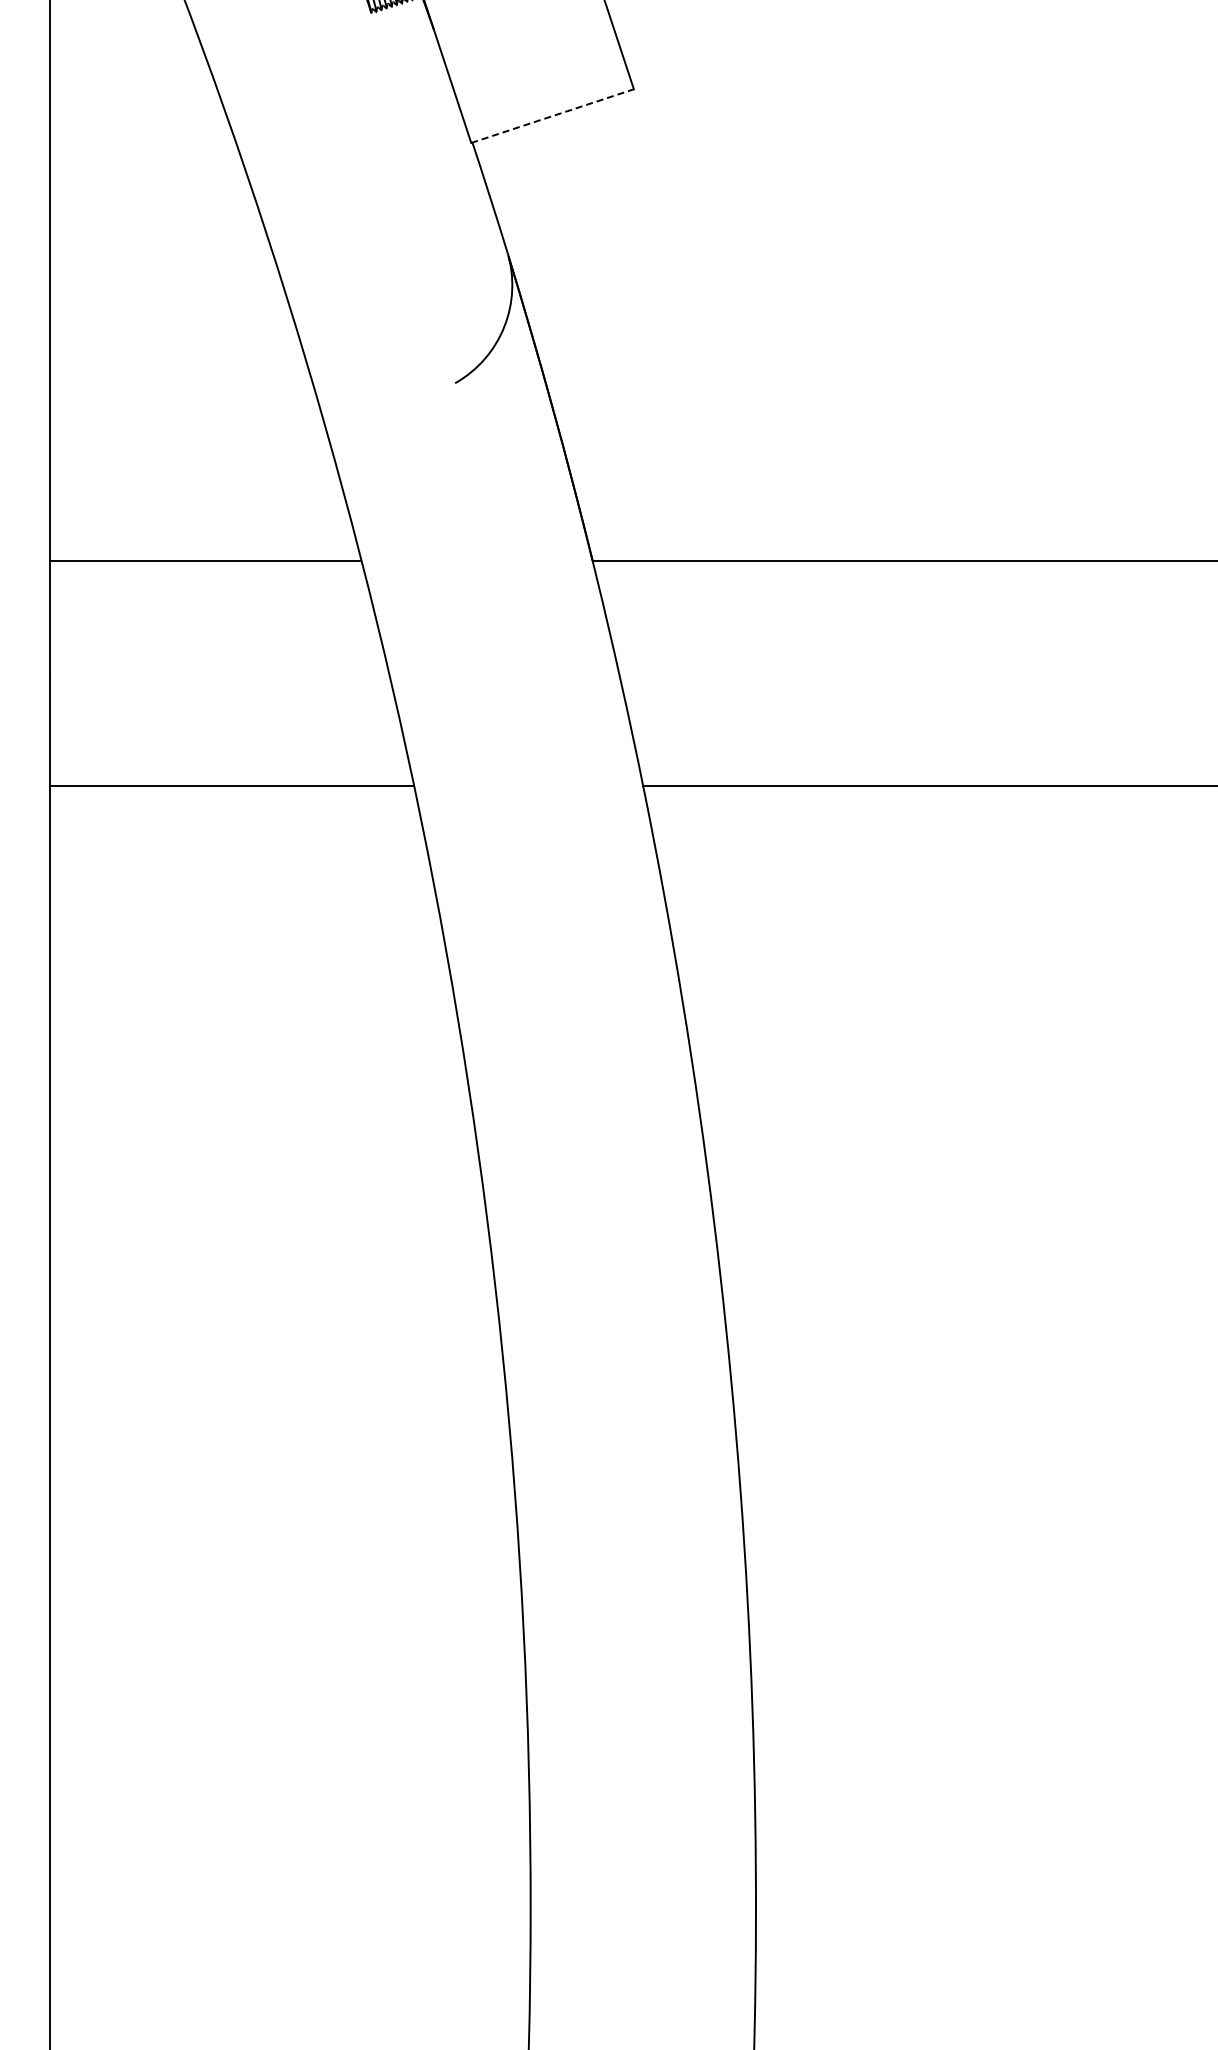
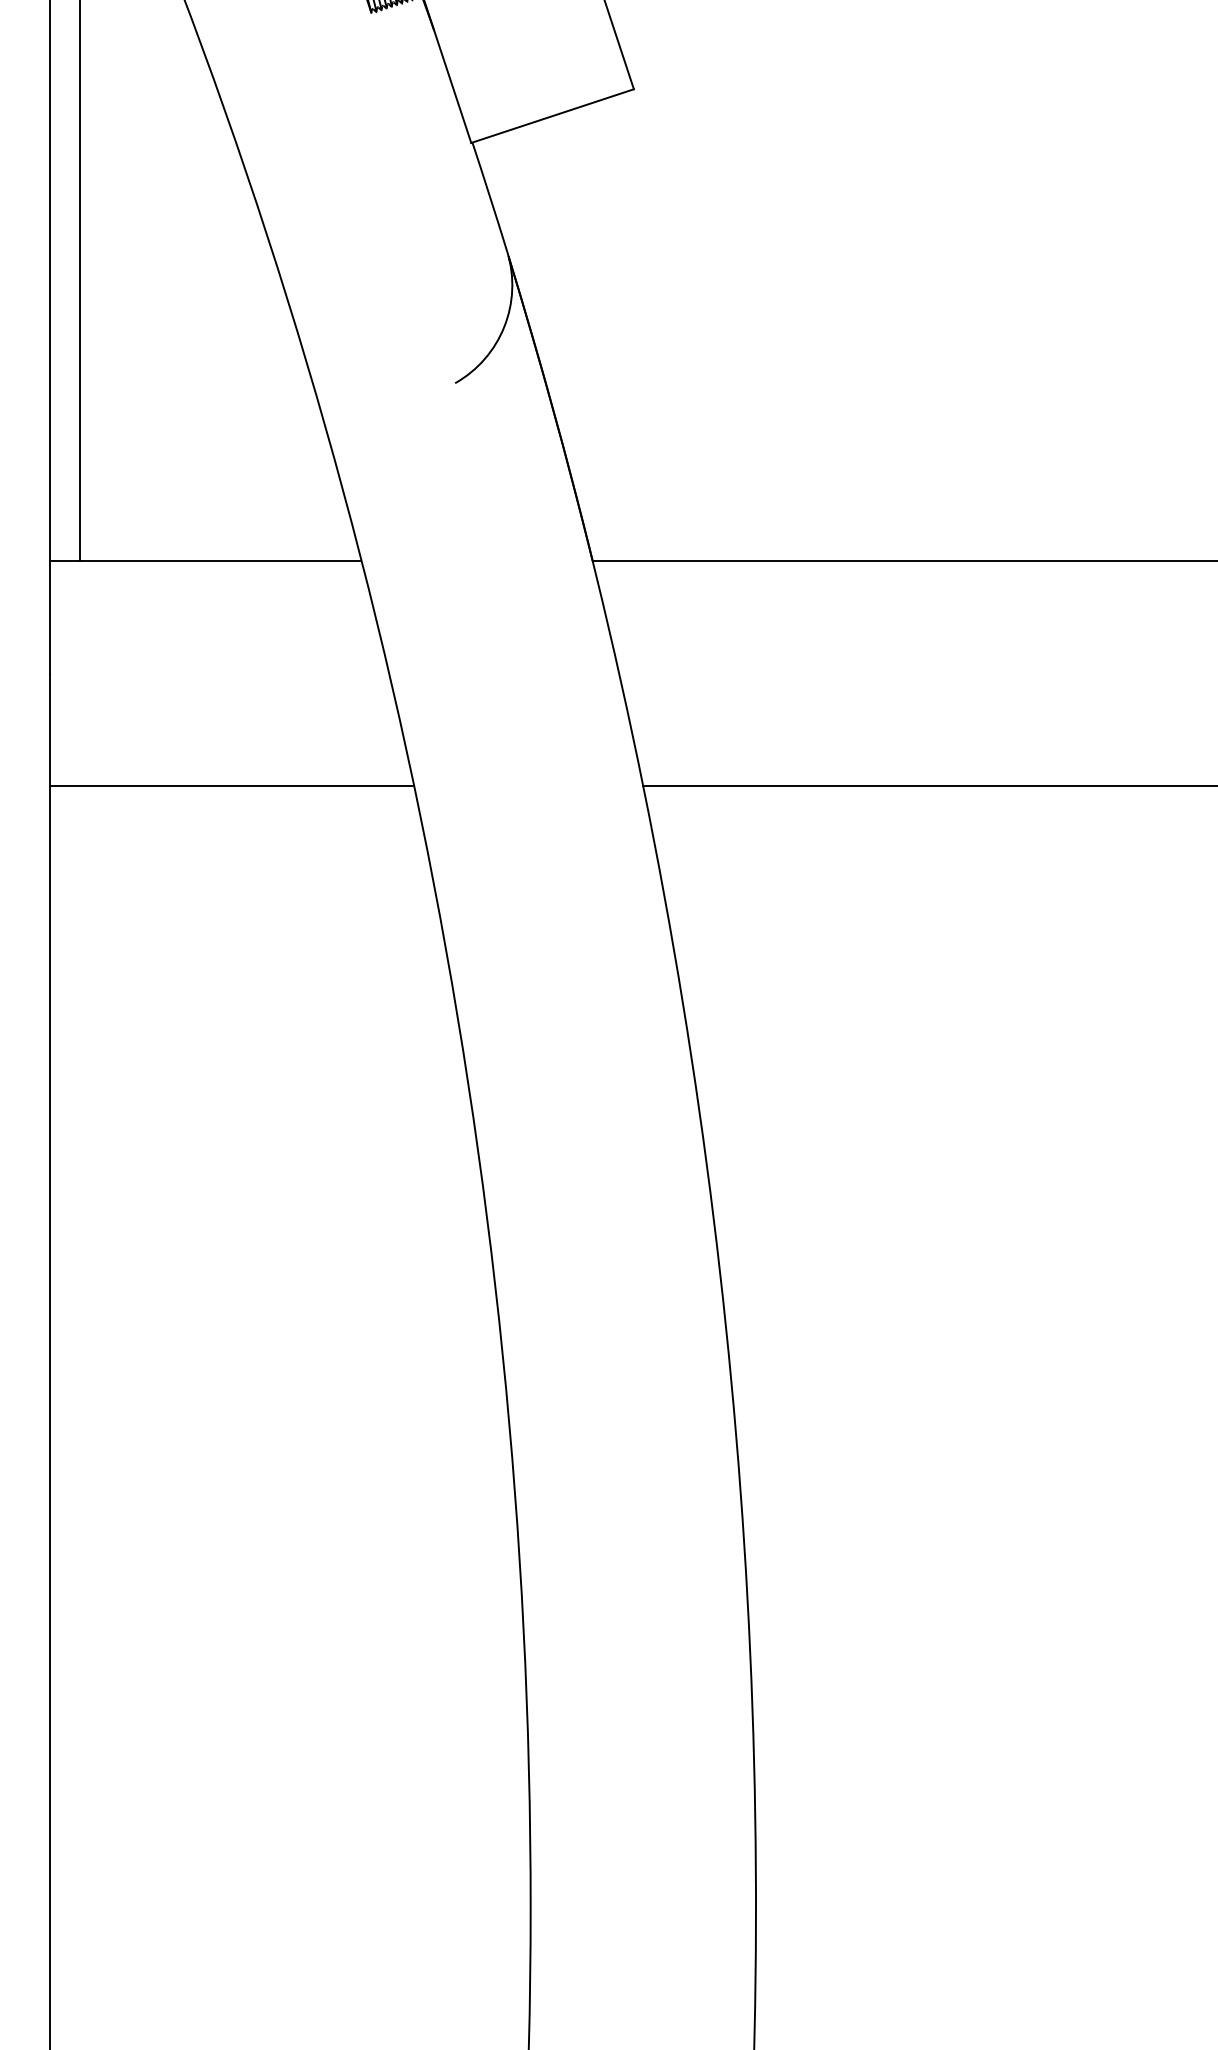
line at (552, 116): dashed -> solid
line at (80, 281): none -> present
